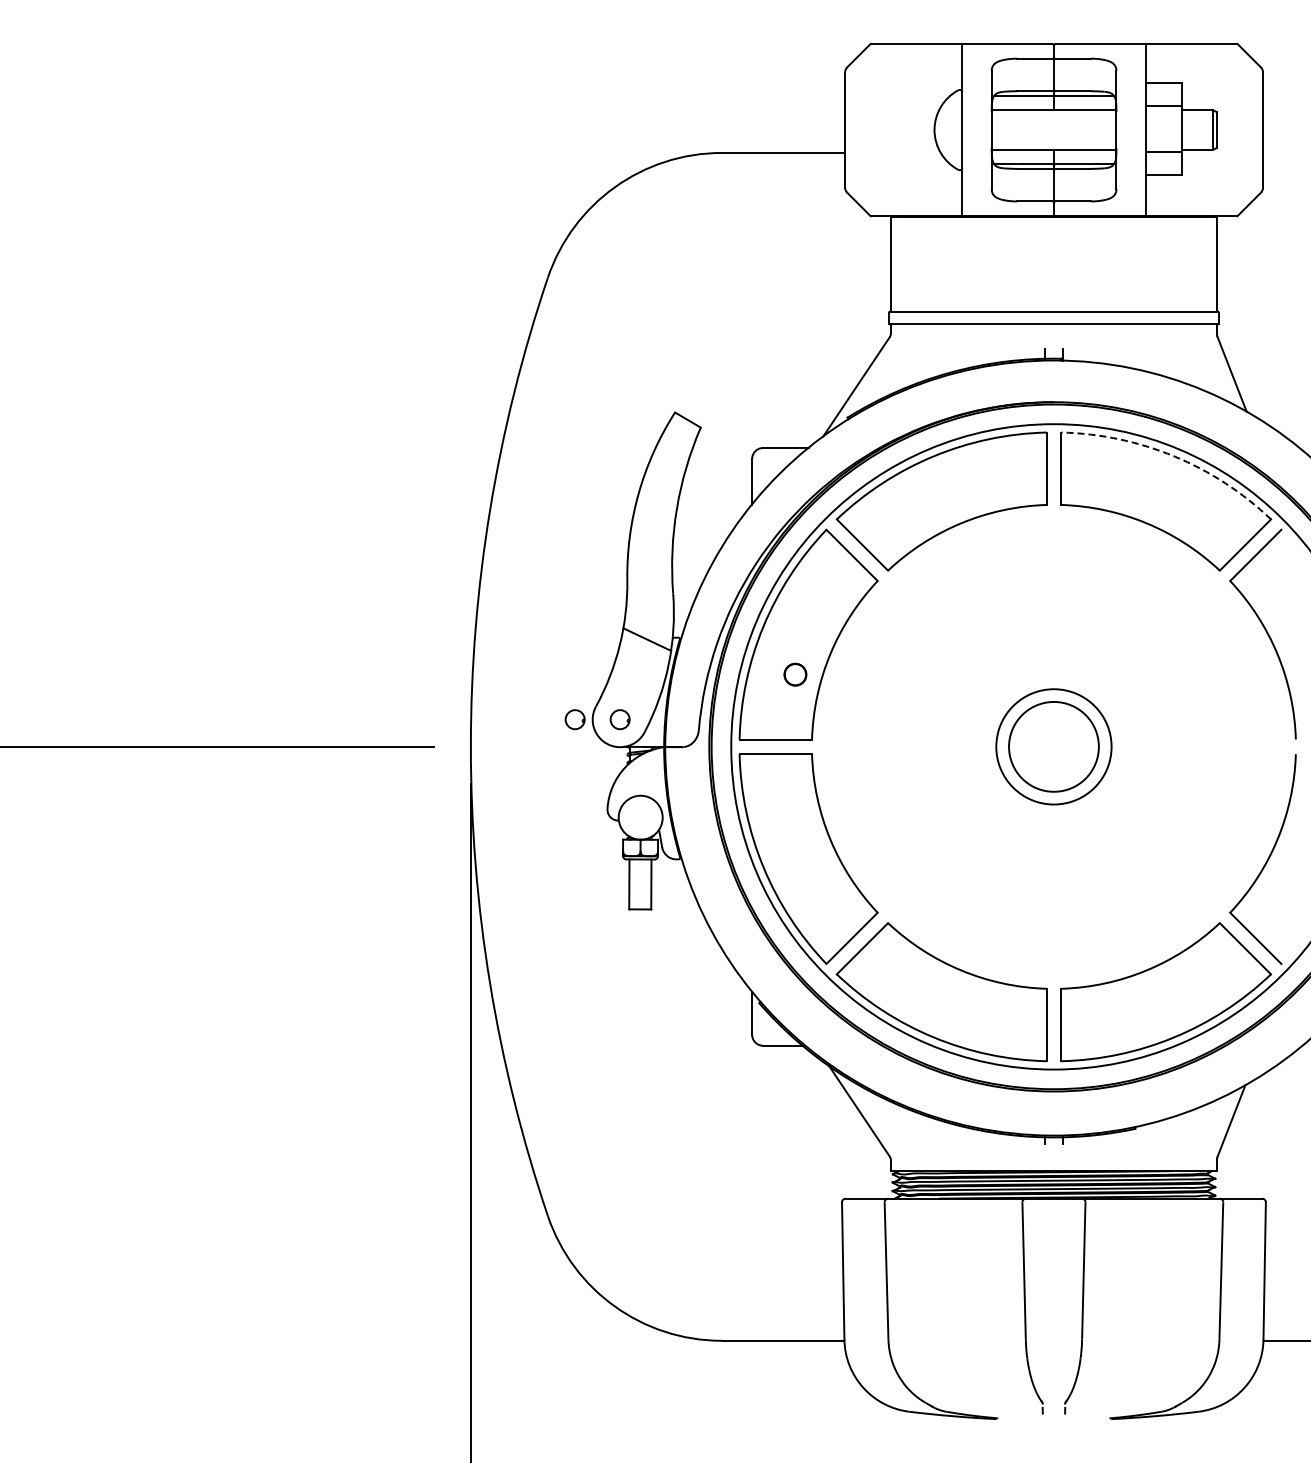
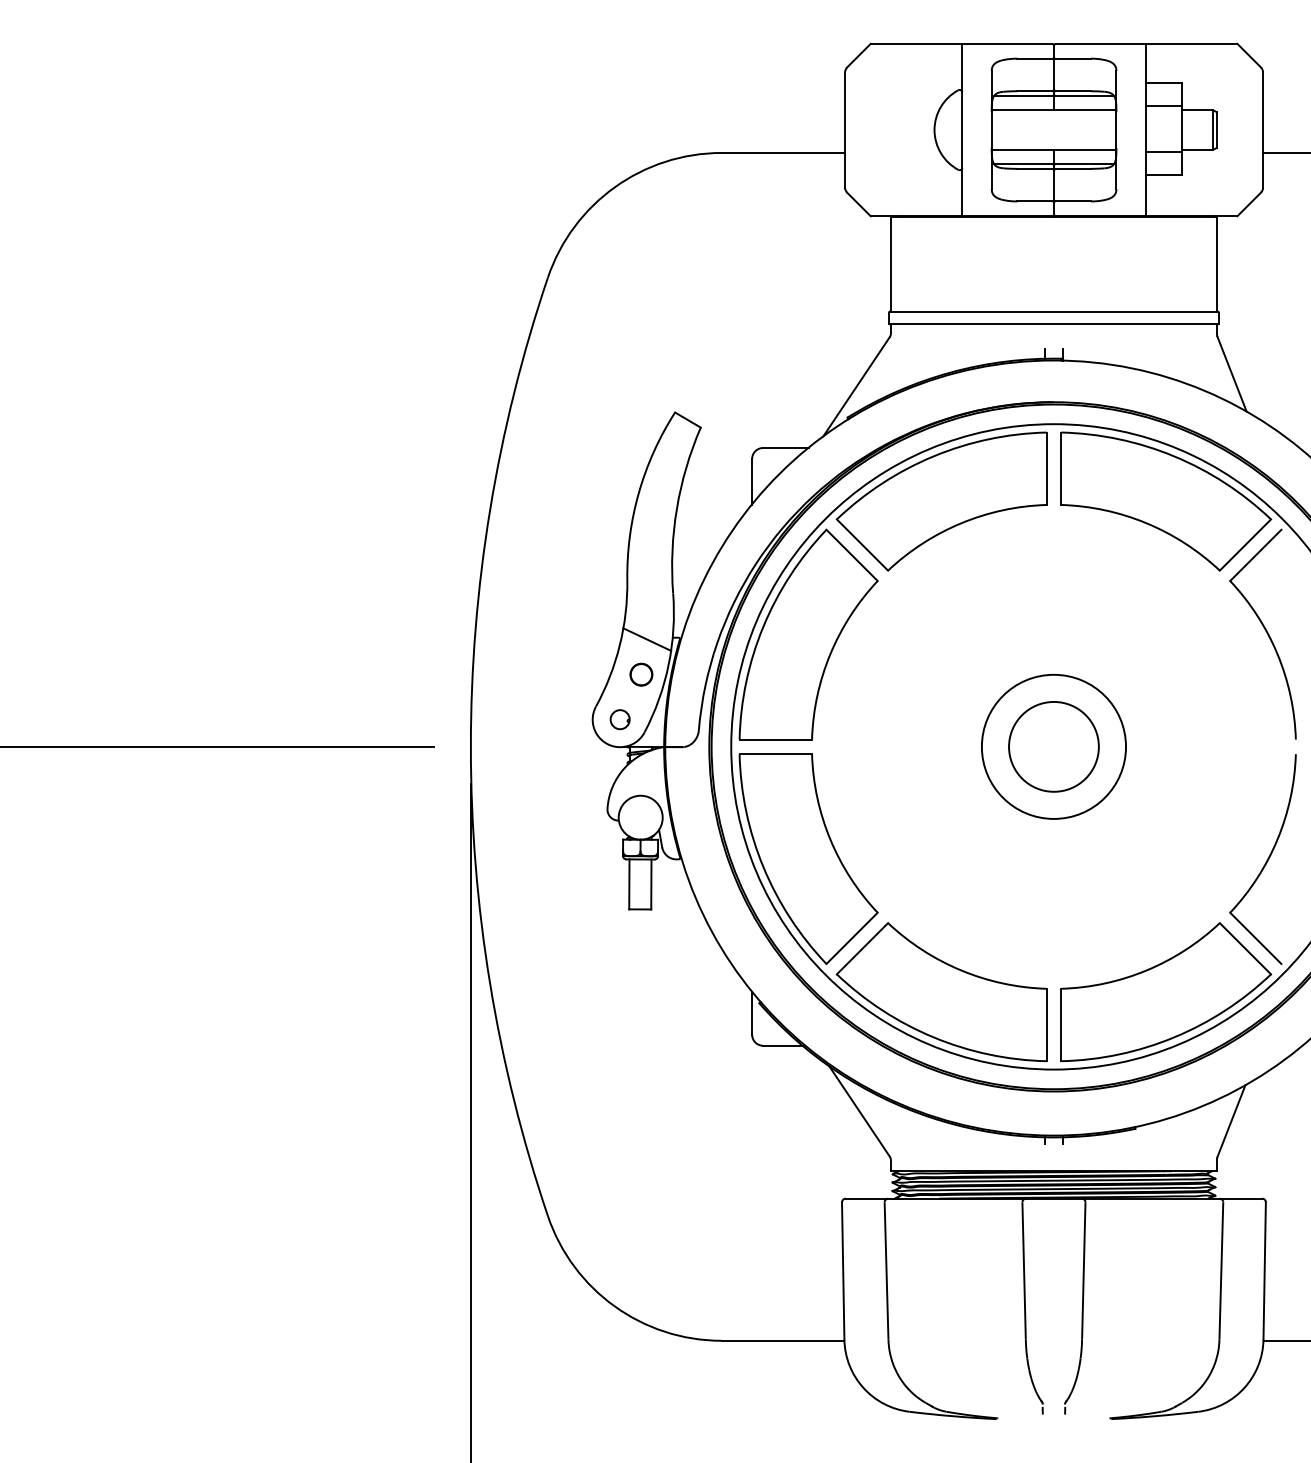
line at (1285, 152): none -> present
arc at (1174, 456): dashed -> solid
circle at (795, 674) position: (795, 674) -> (641, 674)
part at (574, 719): present -> none
circle at (1053, 746) diameter: 115 px -> 144 px
